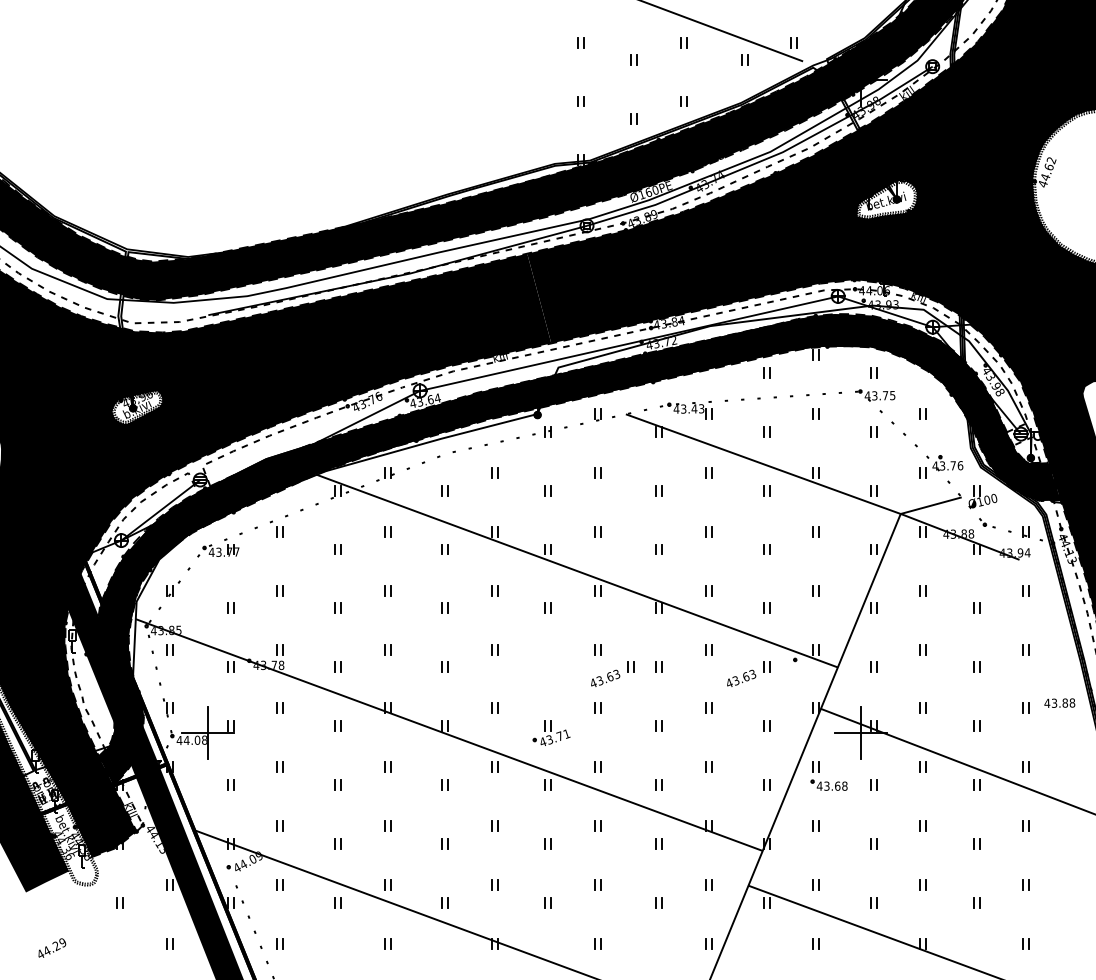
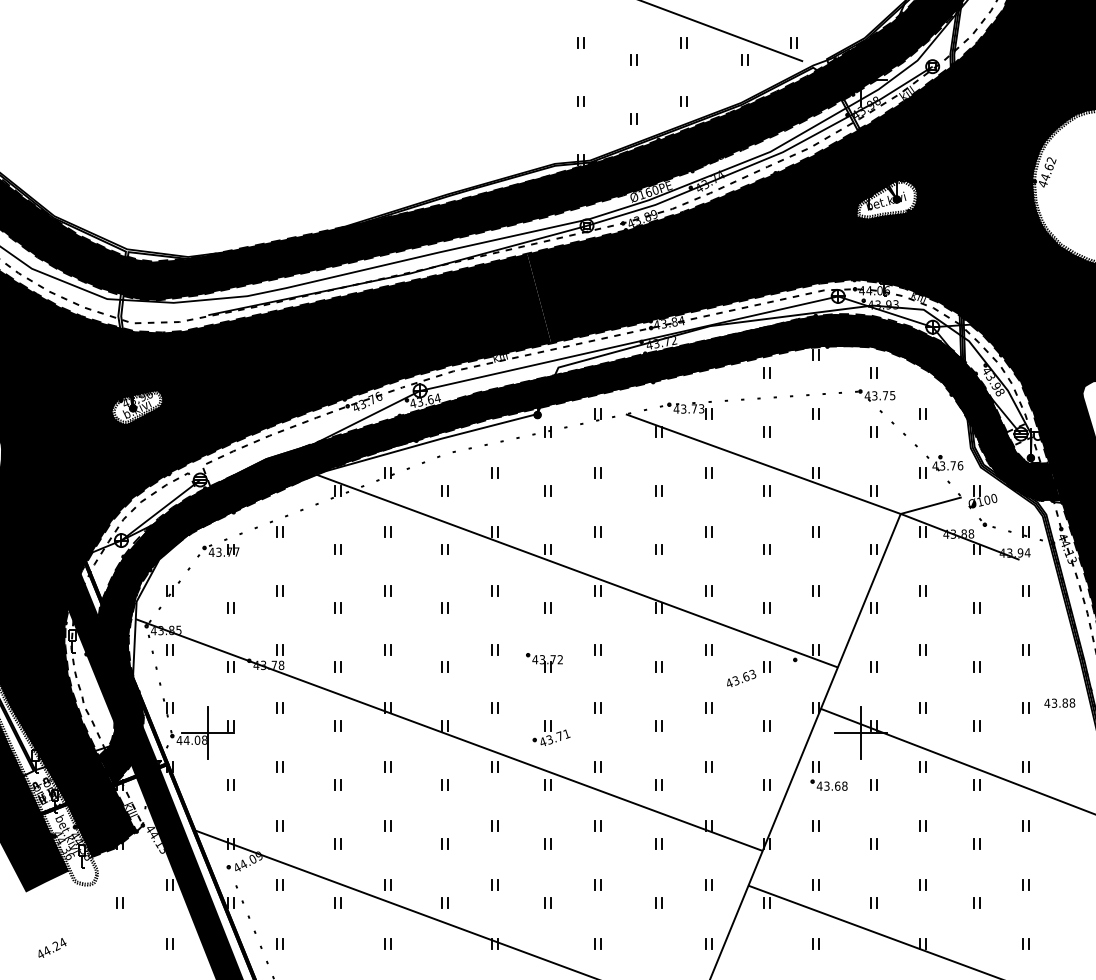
text at (694, 408): 43.43 -> 43.73
part at (544, 662): none -> present
part at (612, 673): present -> none
text at (62, 942): 44.29 -> 44.24
